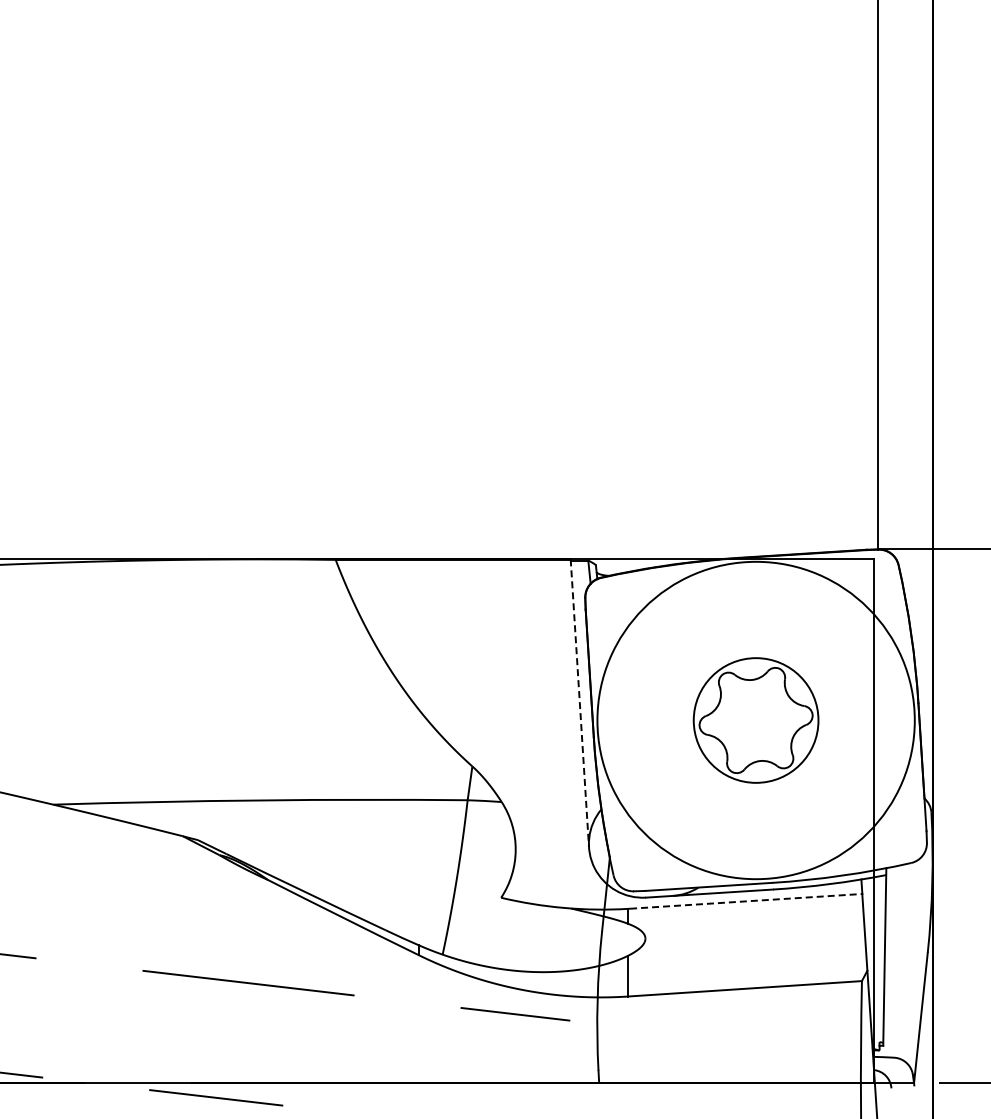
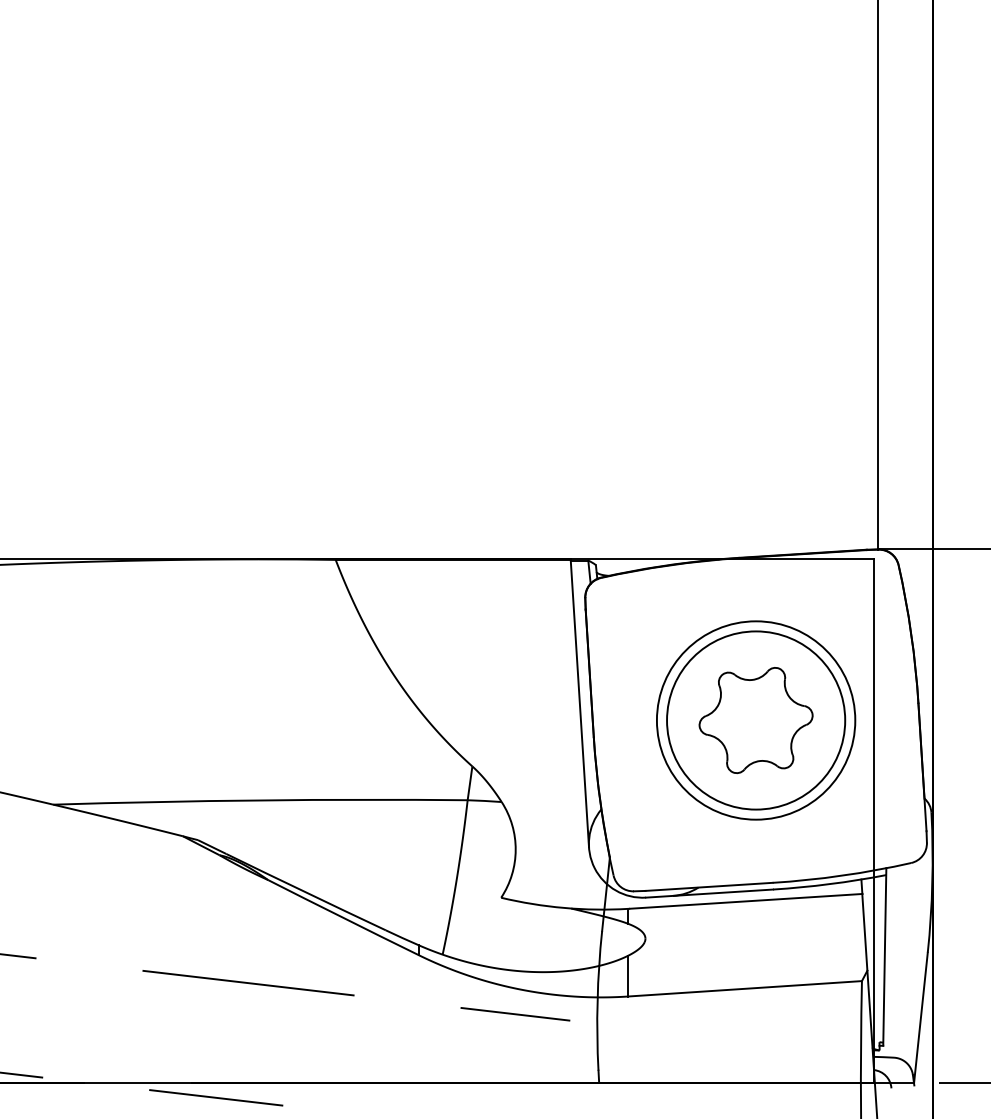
line at (579, 703): dashed -> solid
circle at (755, 720) diameter: 125 px -> 178 px
circle at (755, 720) diameter: 317 px -> 198 px
line at (746, 901): dashed -> solid
